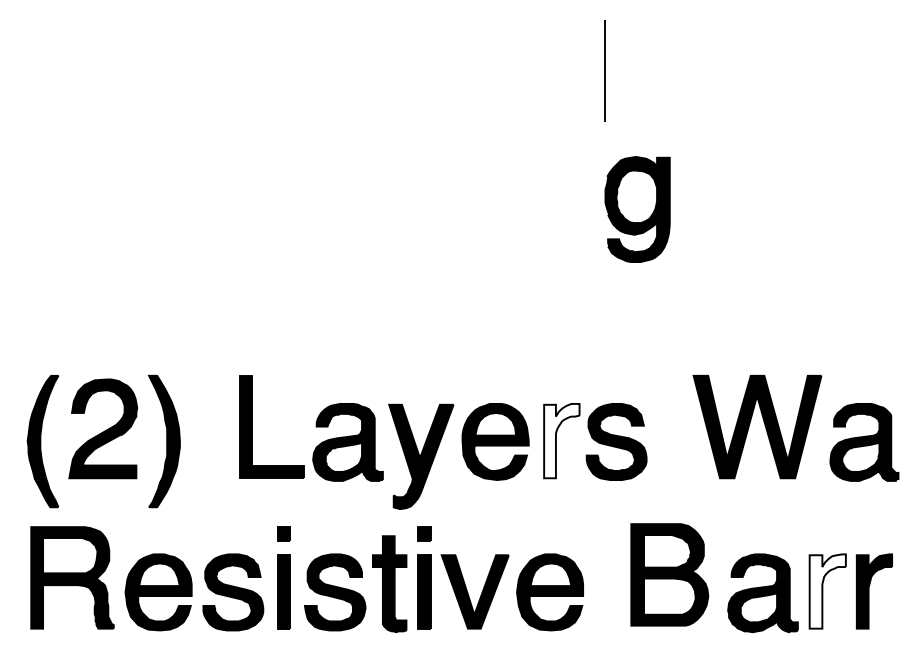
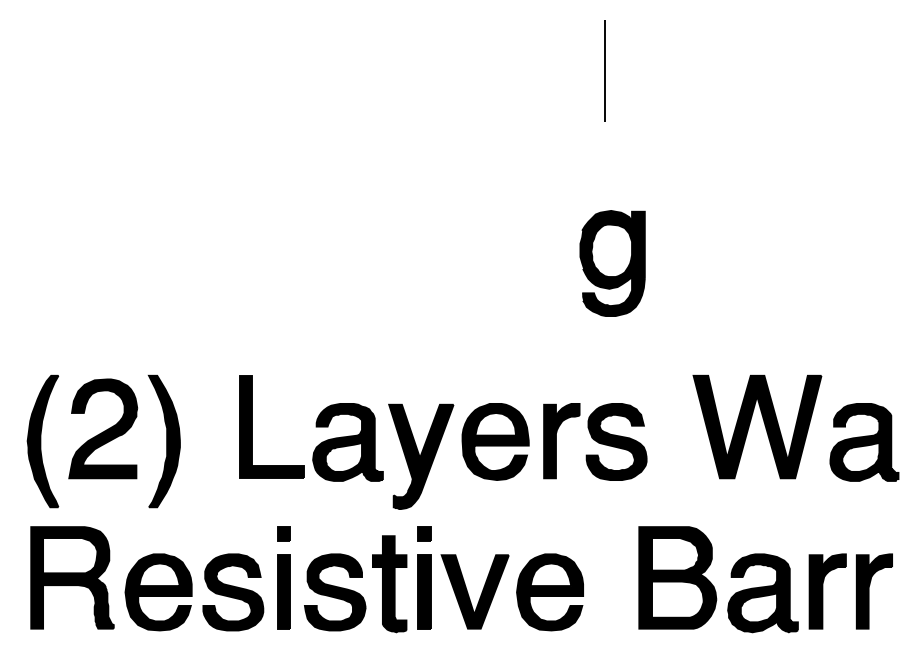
part at (637, 209) position: (637, 209) -> (612, 263)
fill at (561, 440): none -> present
part at (669, 574) position: (669, 574) -> (677, 577)
fill at (827, 591): none -> present
